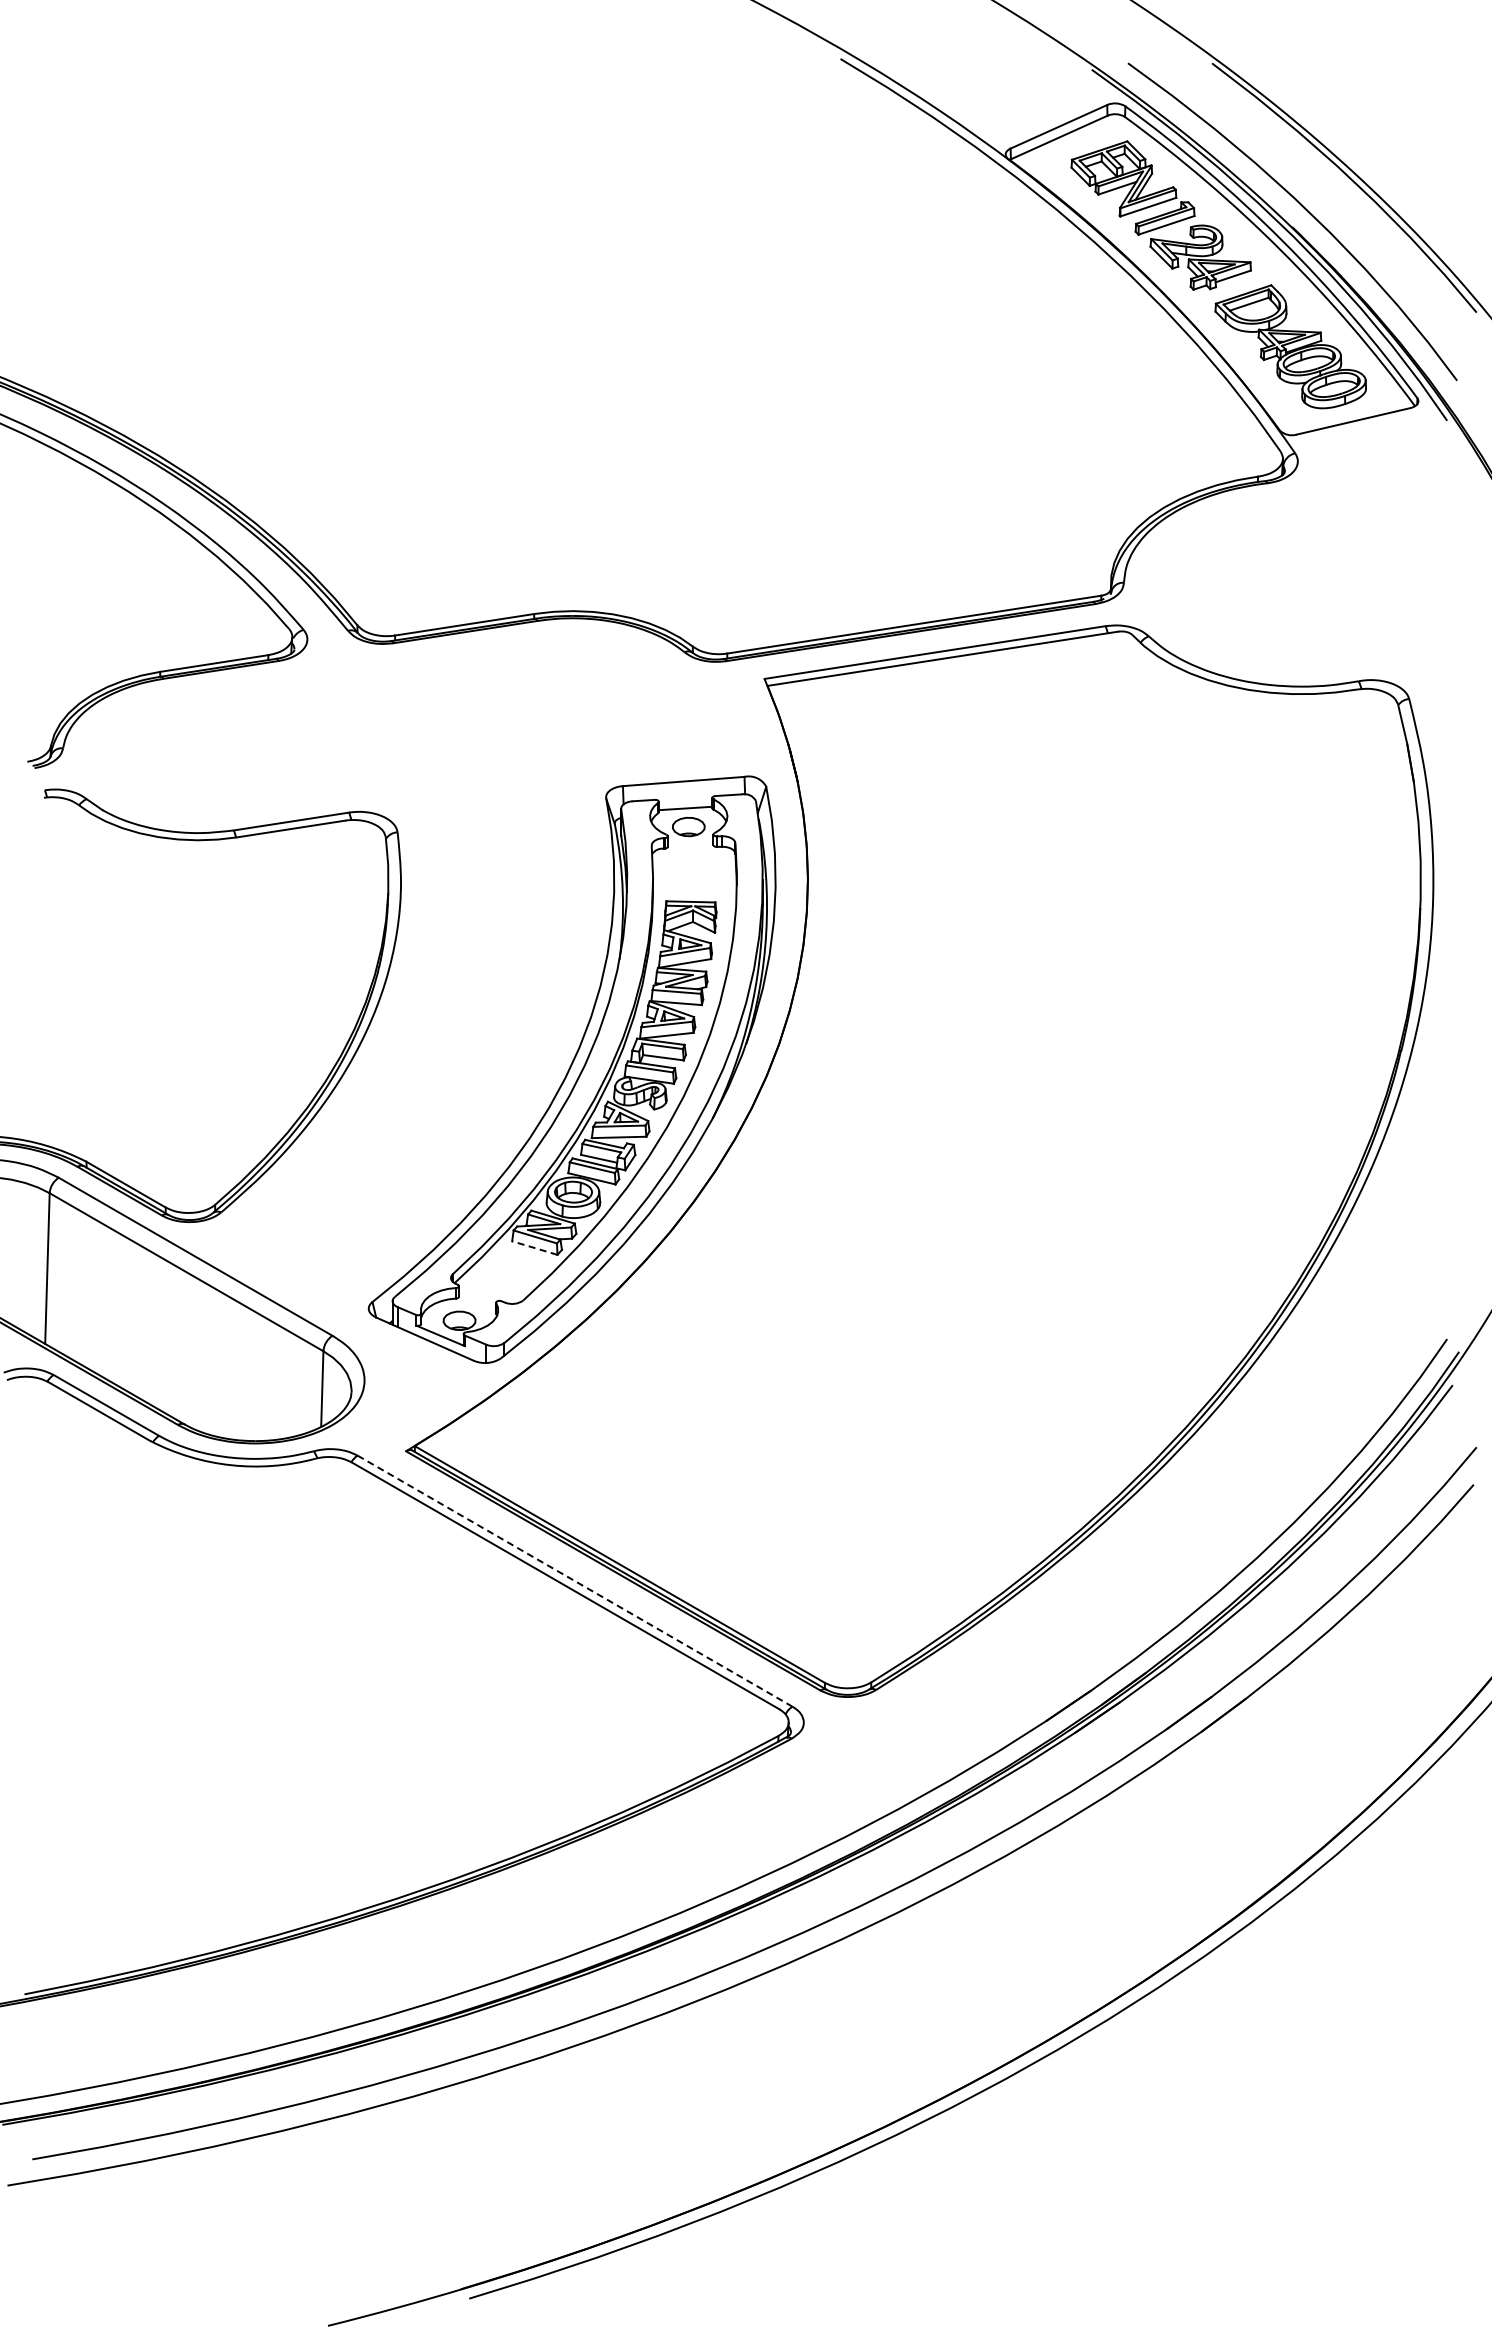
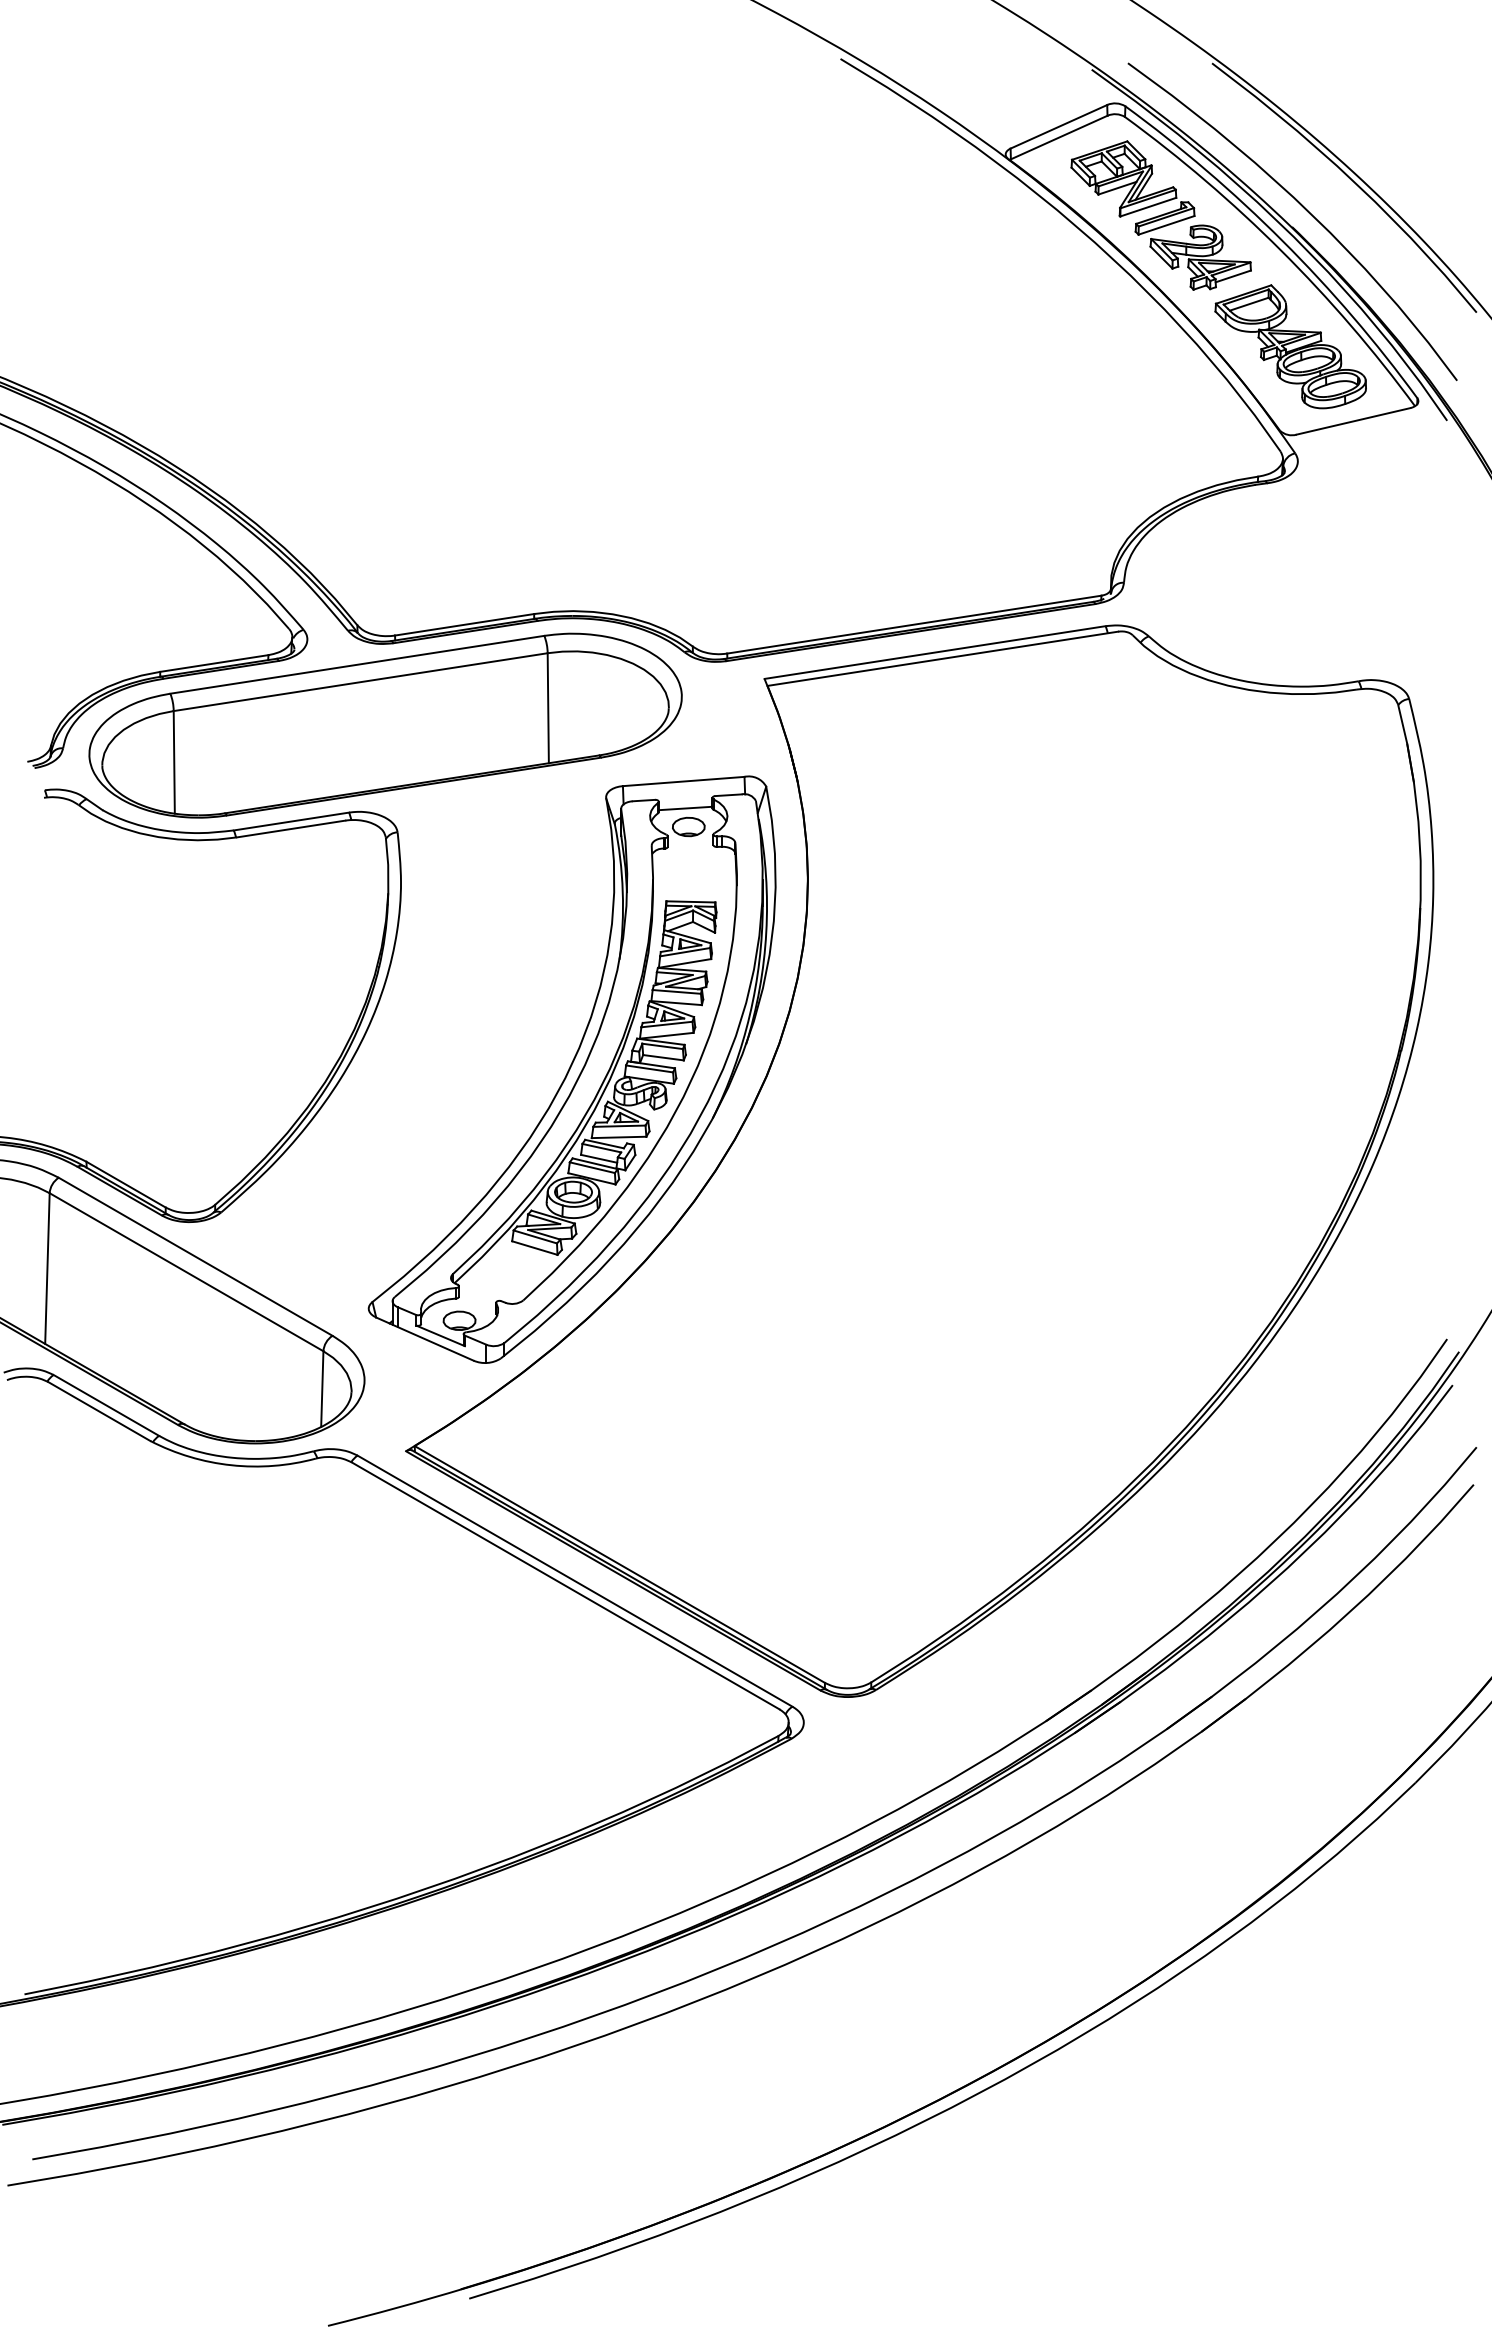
part at (385, 725): none -> present
line at (534, 1248): dashed -> solid
line at (575, 1581): dashed -> solid
